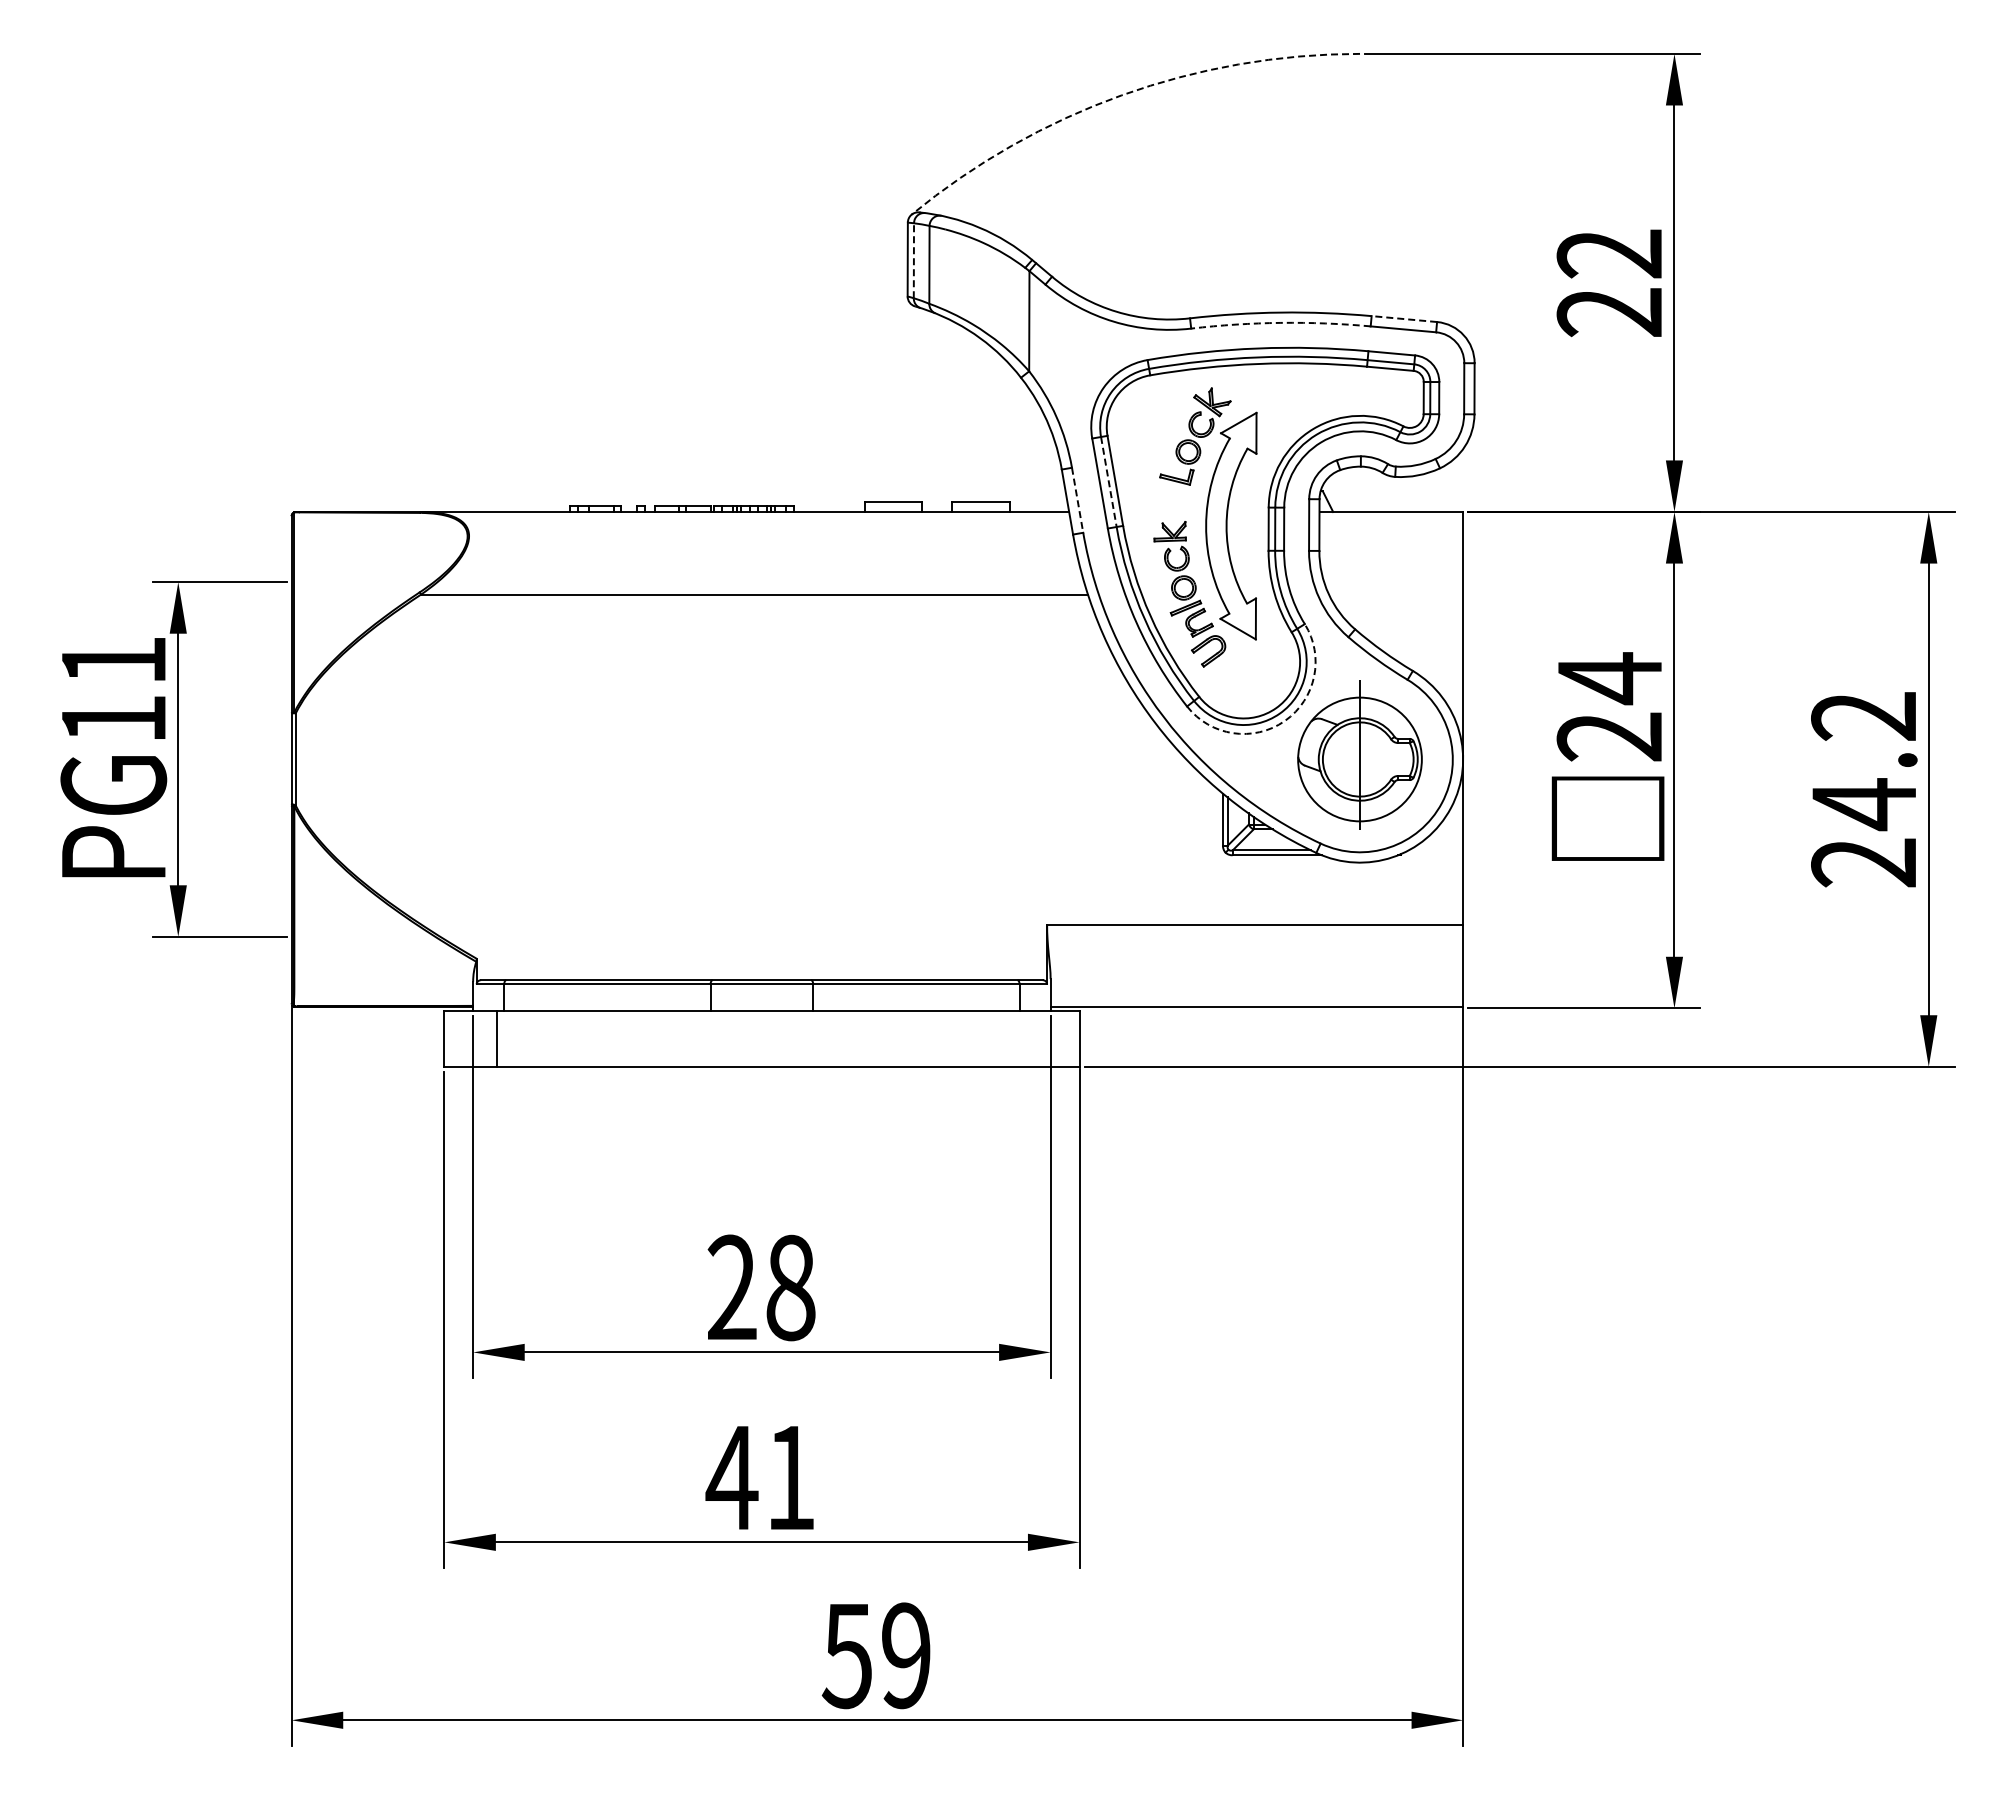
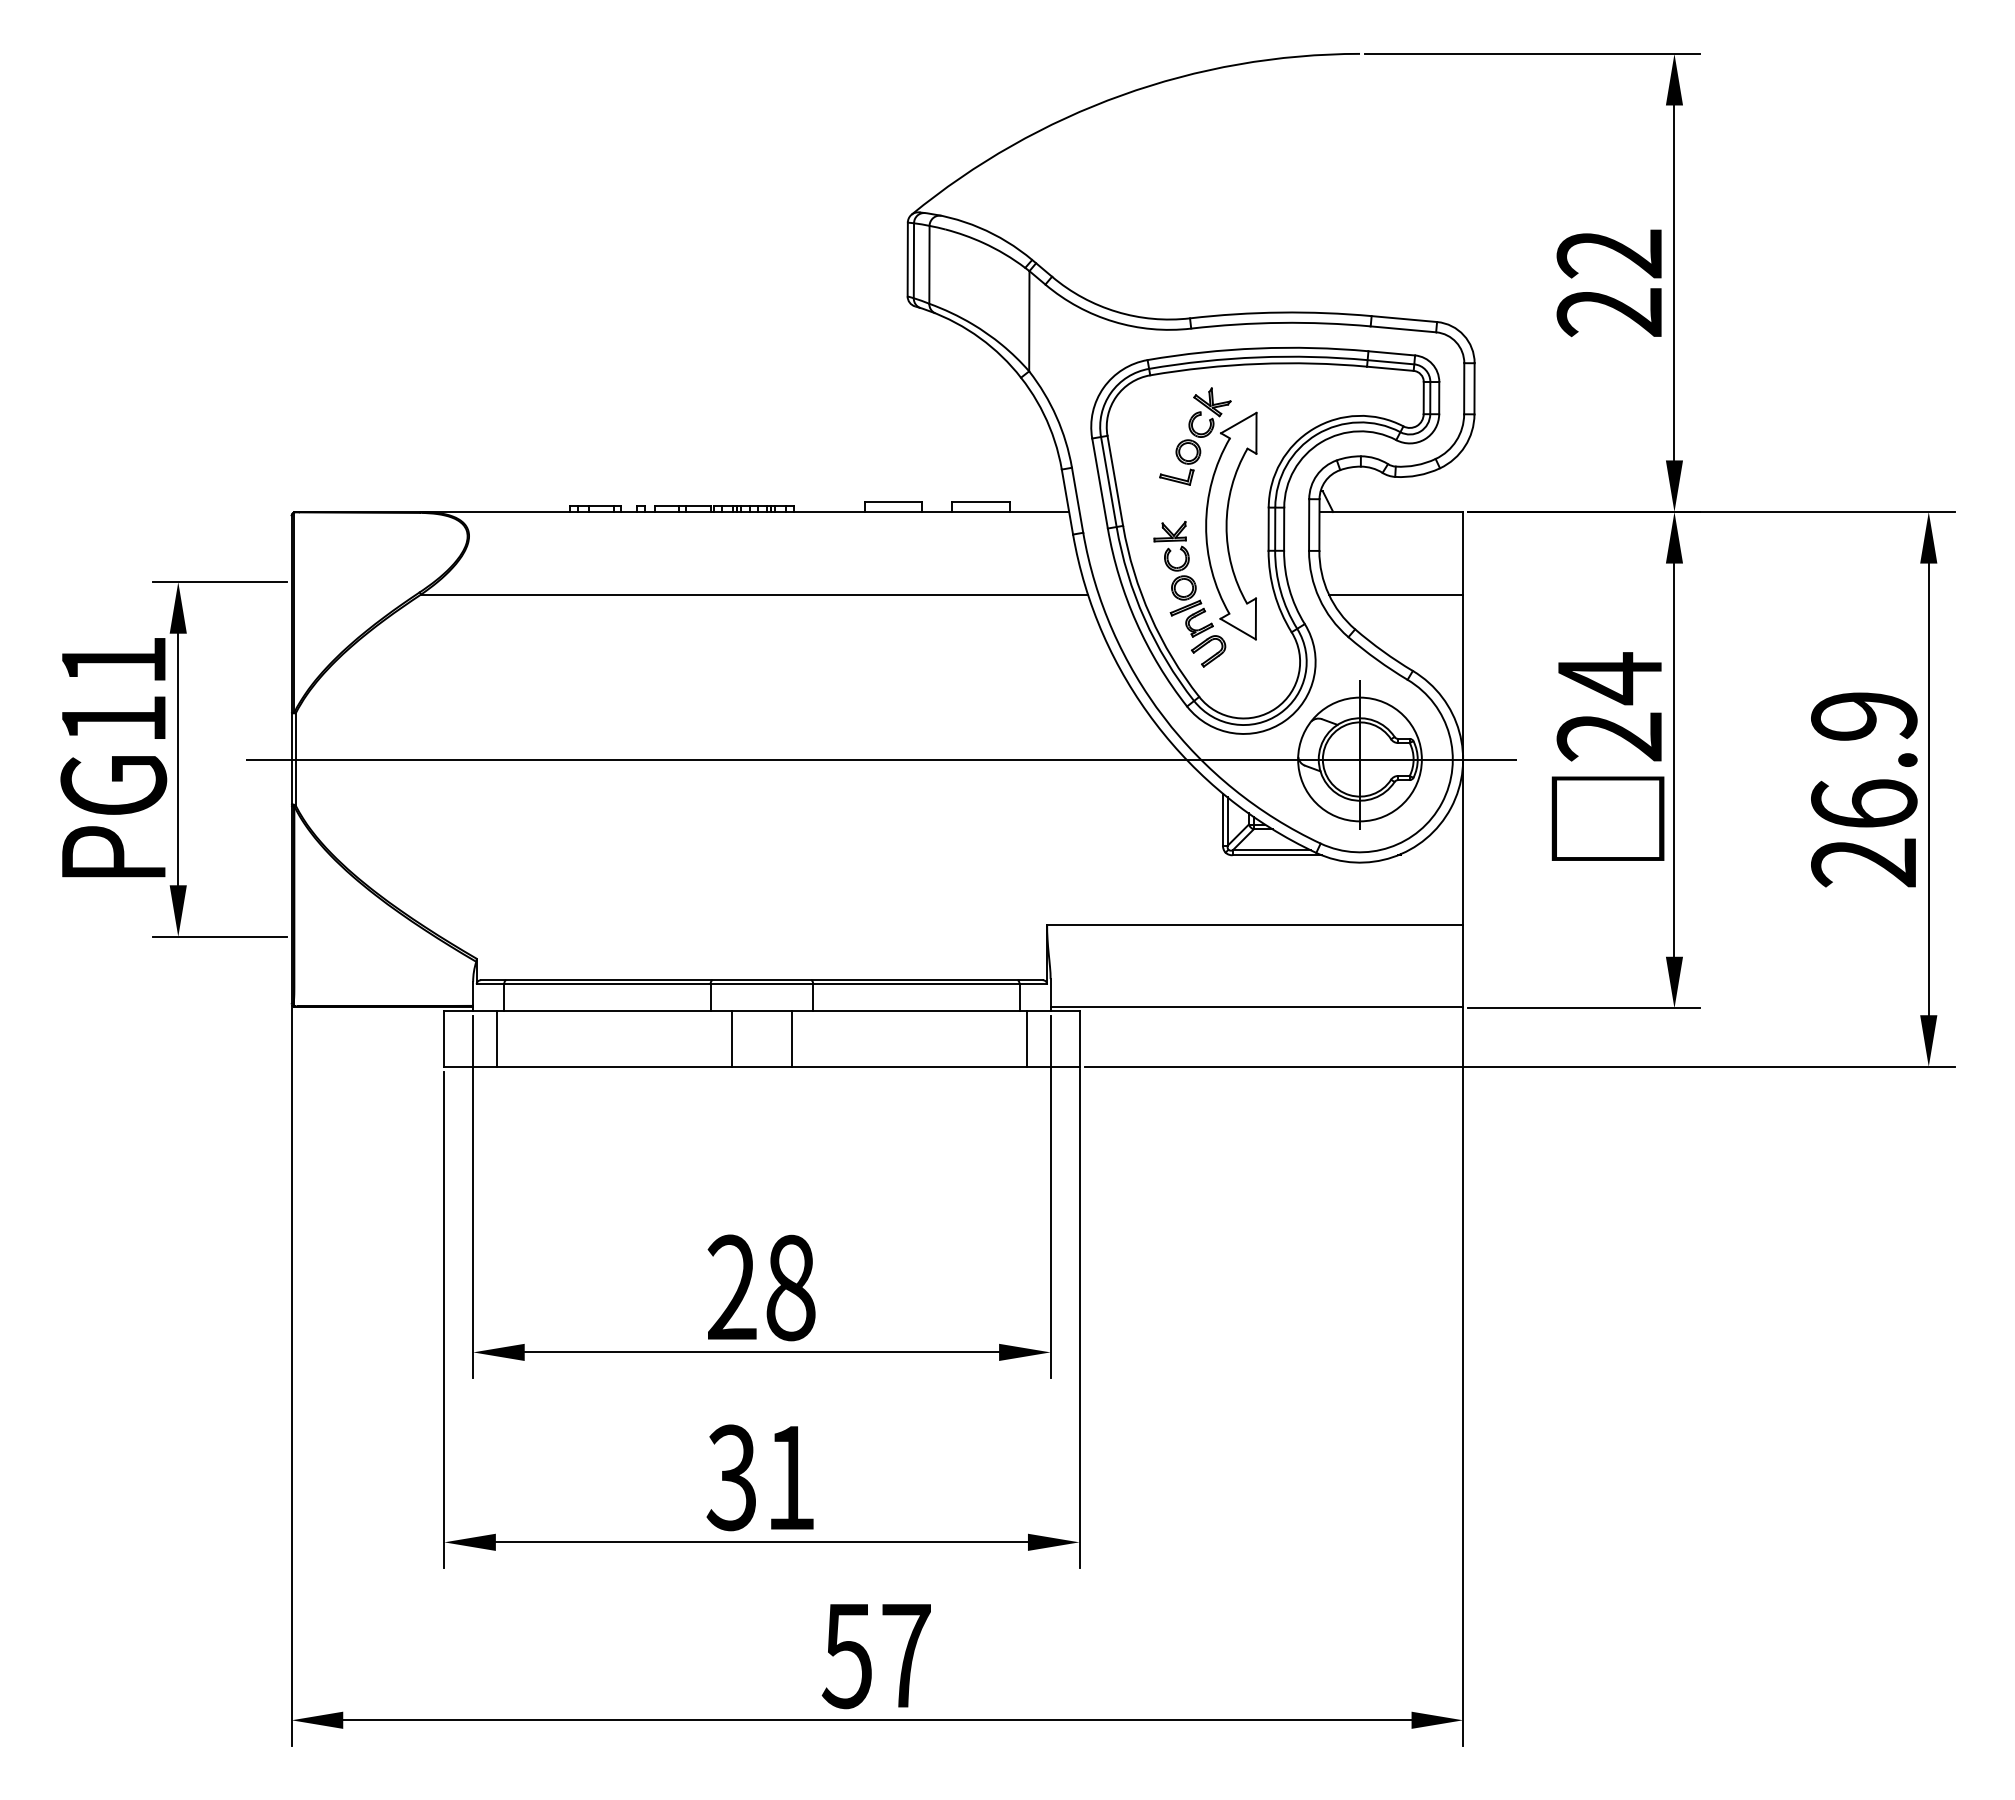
arc at (1121, 95): dashed -> solid
line at (913, 260): dashed -> solid
line at (1404, 319): dashed -> solid
arc at (1280, 322): dashed -> solid
line at (1108, 482): dashed -> solid
line at (1077, 500): dashed -> solid
line at (1395, 594): none -> present
arc at (1284, 720): dashed -> solid
line at (881, 759): none -> present
text at (1864, 761): 24.2 -> 26.9
line at (732, 1038): none -> present
line at (791, 1038): none -> present
line at (1027, 1038): none -> present
text at (731, 1477): 41 -> 31
text at (906, 1655): 59 -> 57
